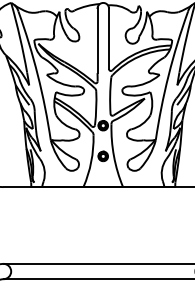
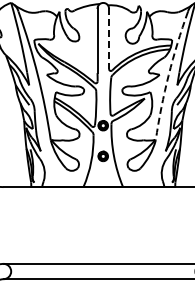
line at (109, 39): solid -> dashed
arc at (168, 75): solid -> dashed
